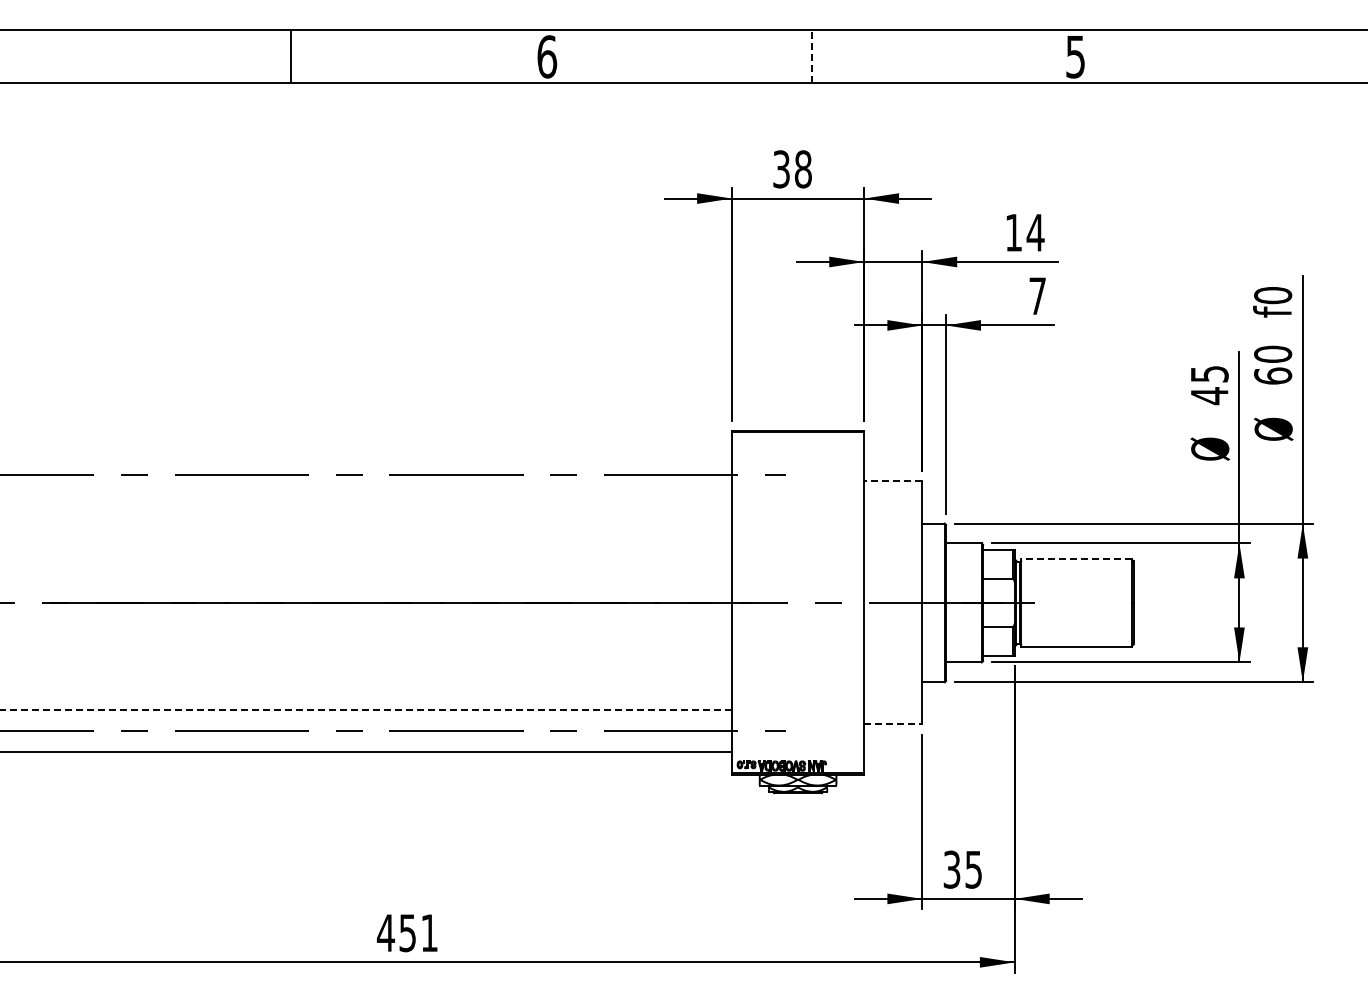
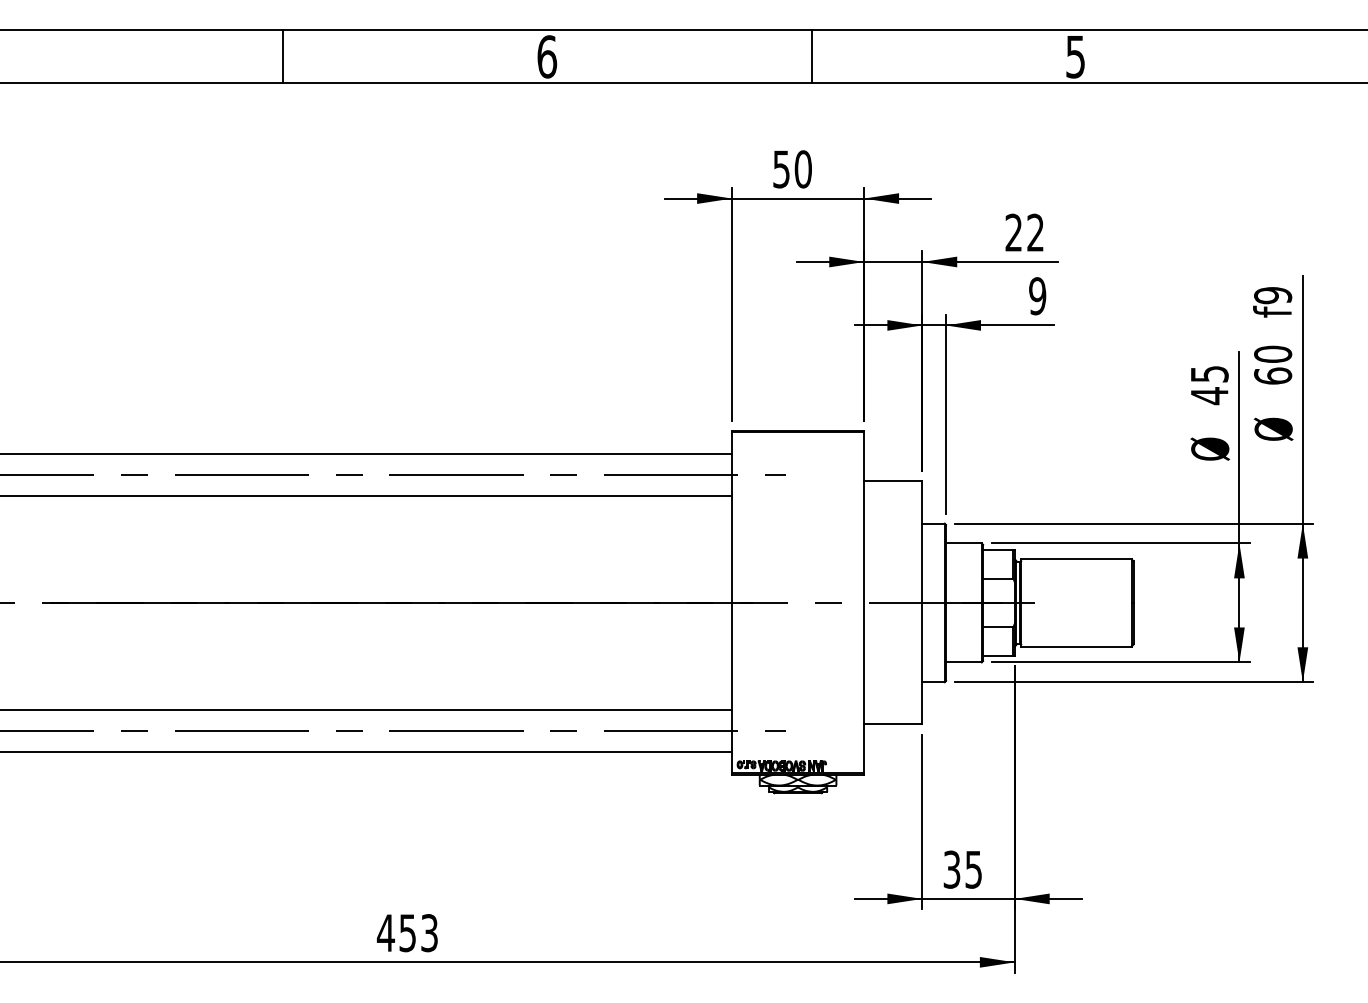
line at (291, 56) position: (291, 56) -> (283, 56)
line at (811, 56): dashed -> solid
text at (792, 169): 38 -> 50
text at (1024, 232): 14 -> 22
text at (1273, 295): f0 -> f9
text at (1037, 296): 7 -> 9
line at (367, 453): none -> present
line at (892, 481): dashed -> solid
line at (367, 496): none -> present
line at (1076, 559): dashed -> solid
line at (366, 709): dashed -> solid
line at (893, 724): dashed -> solid
text at (429, 933): 451 -> 453
